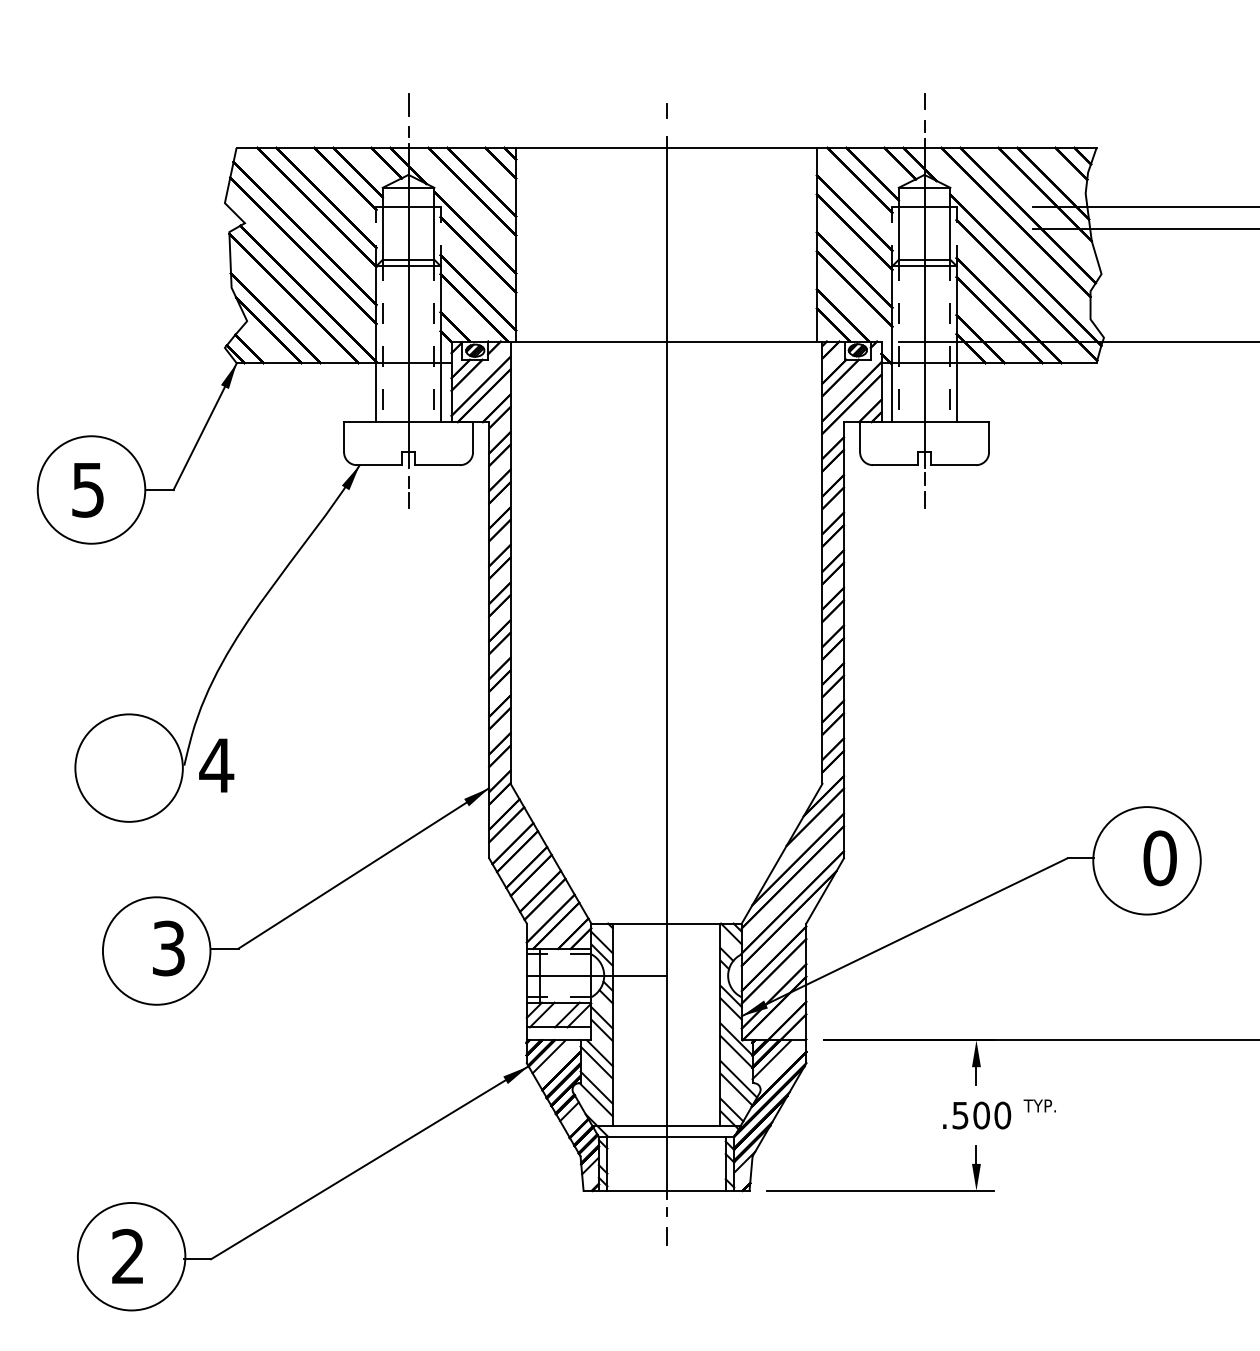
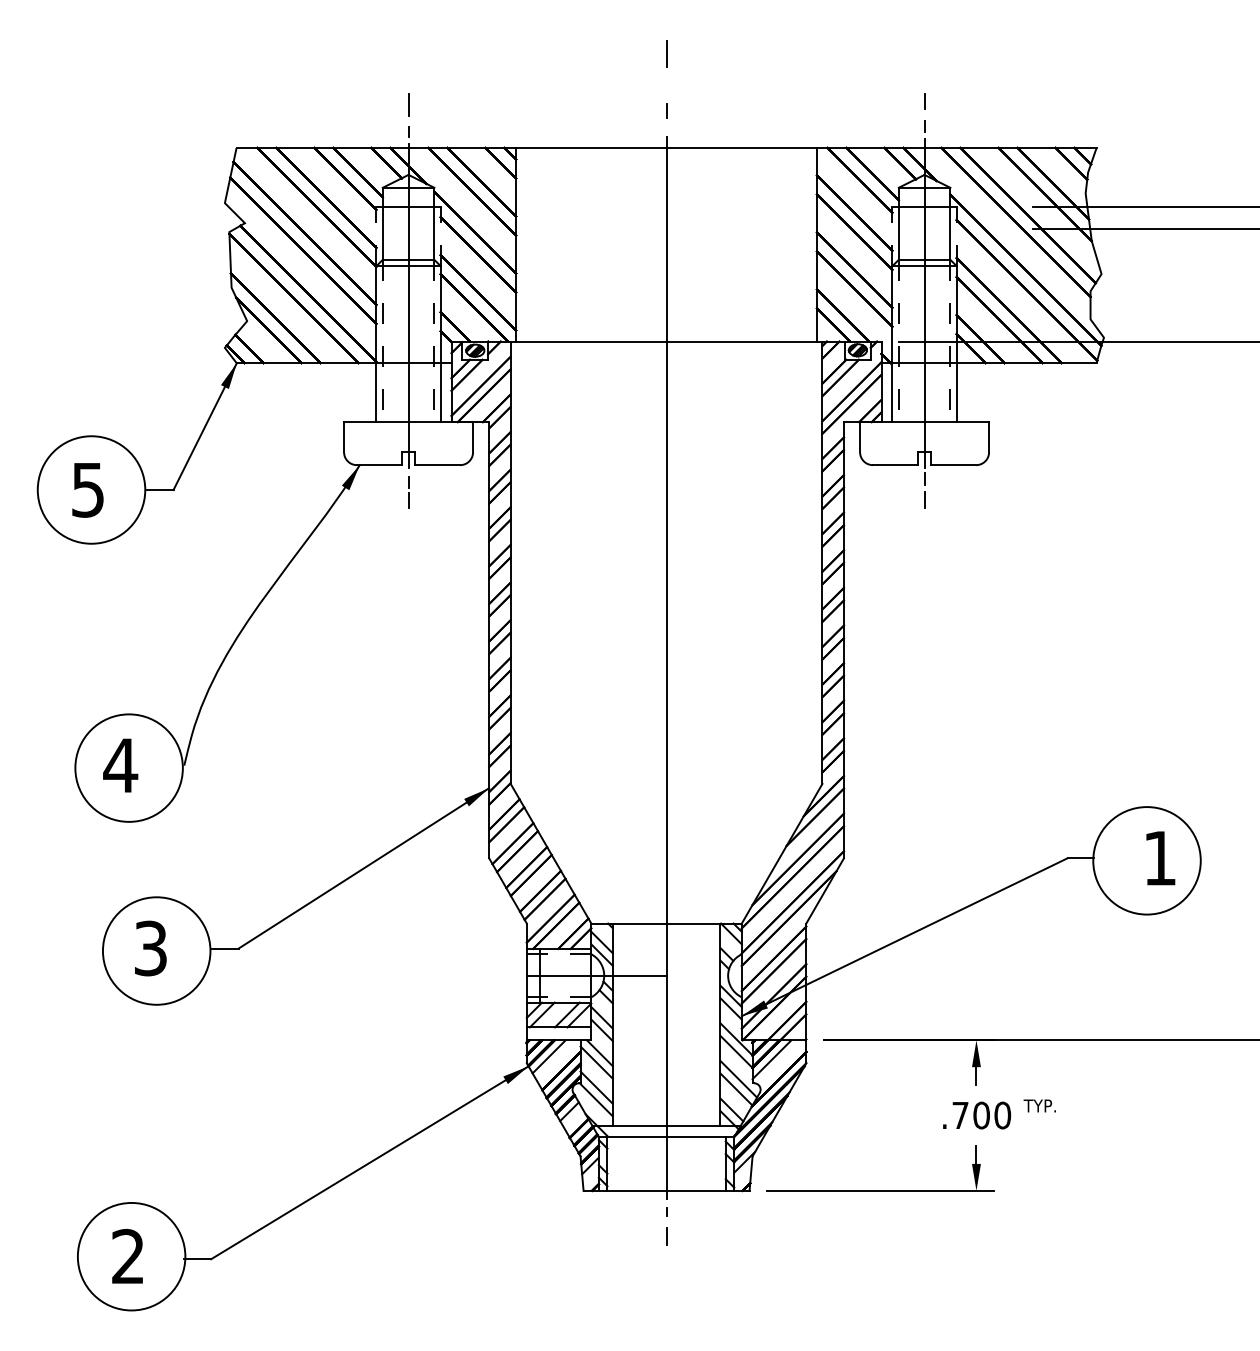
line at (666, 53): none -> present
text at (216, 765) position: (216, 765) -> (120, 765)
text at (1159, 858): 0 -> 1
text at (168, 948) position: (168, 948) -> (150, 948)
text at (960, 1115): .500 -> .700
